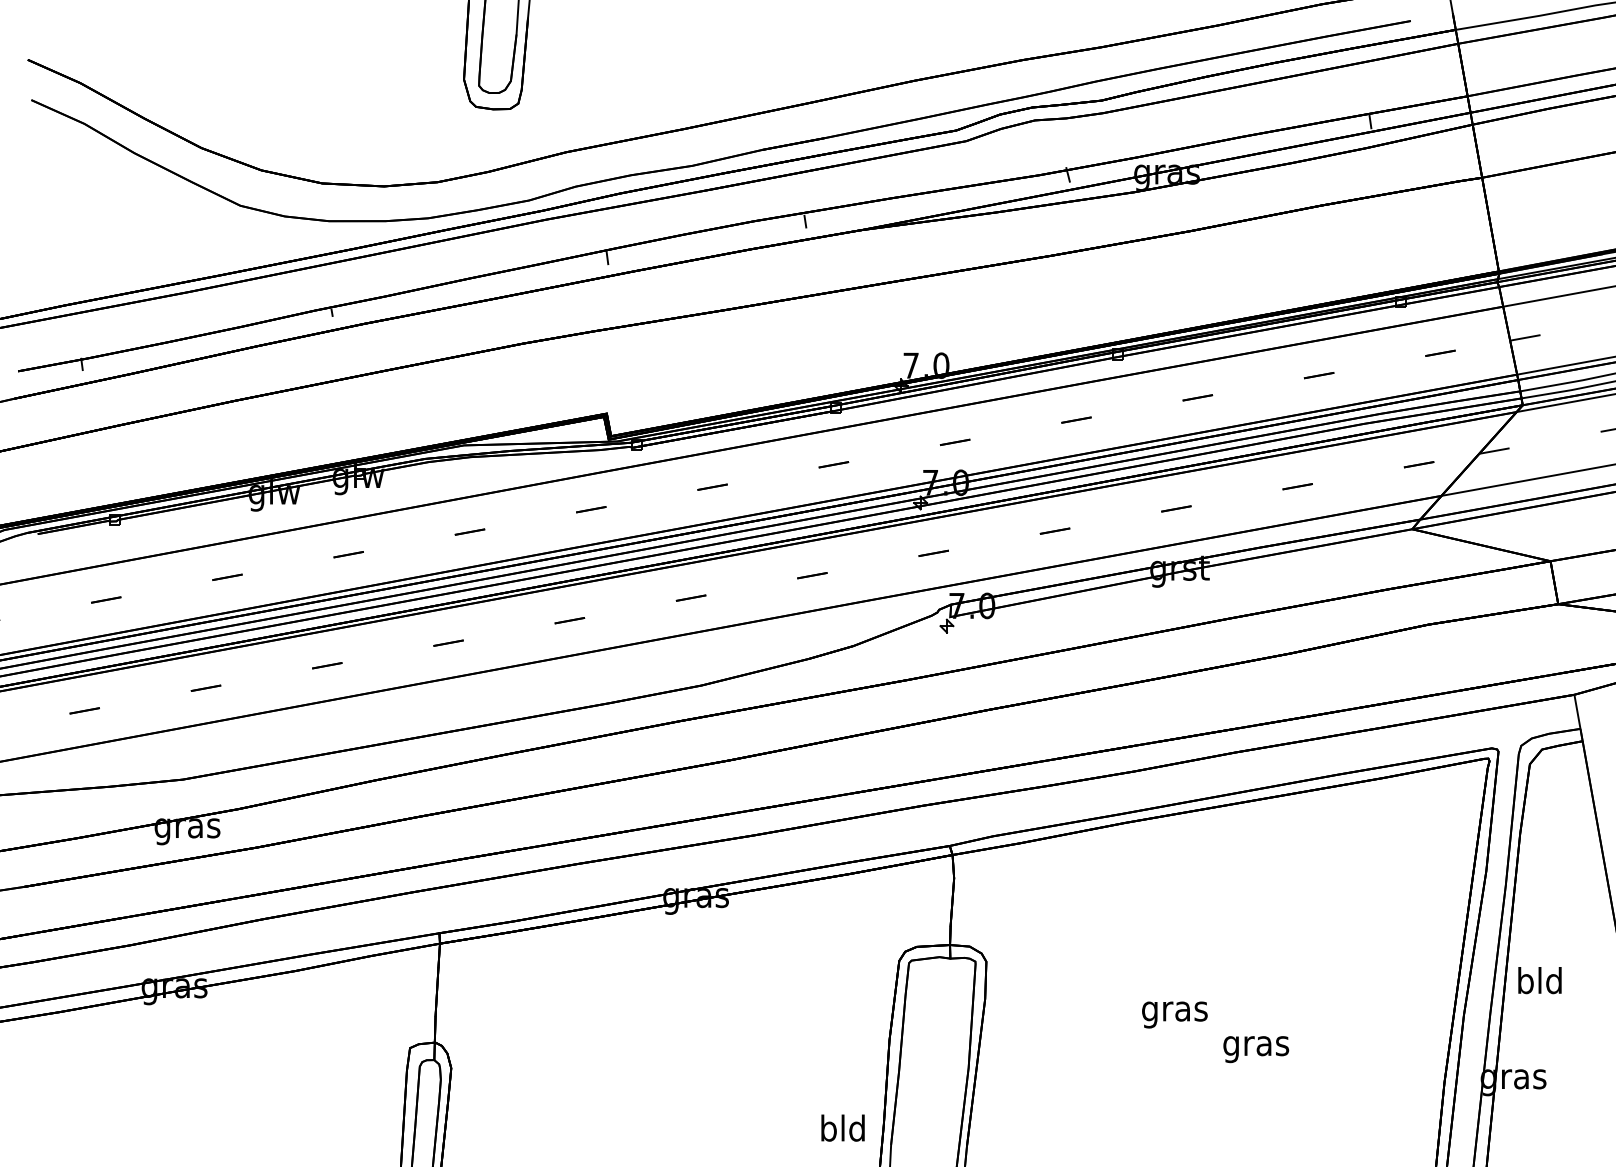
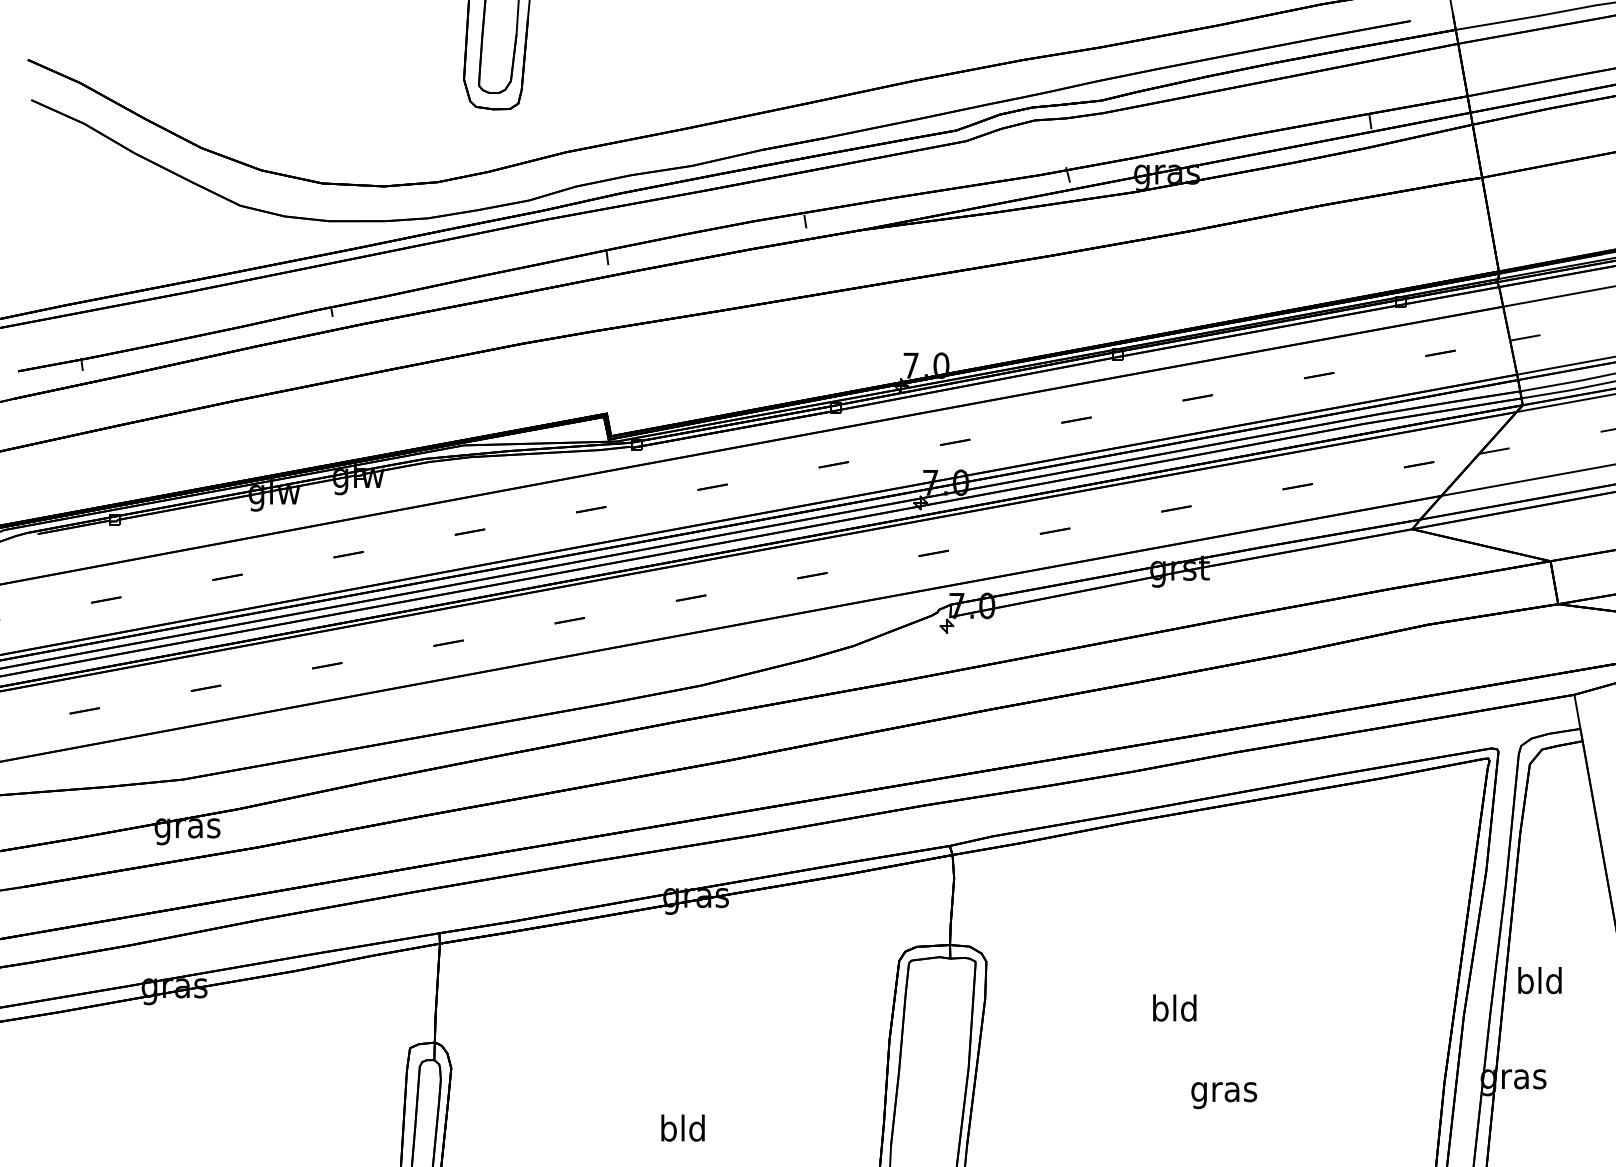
text at (1174, 1011): gras -> bld
text at (1256, 1049) position: (1256, 1049) -> (1224, 1095)
text at (842, 1127) position: (842, 1127) -> (682, 1127)
